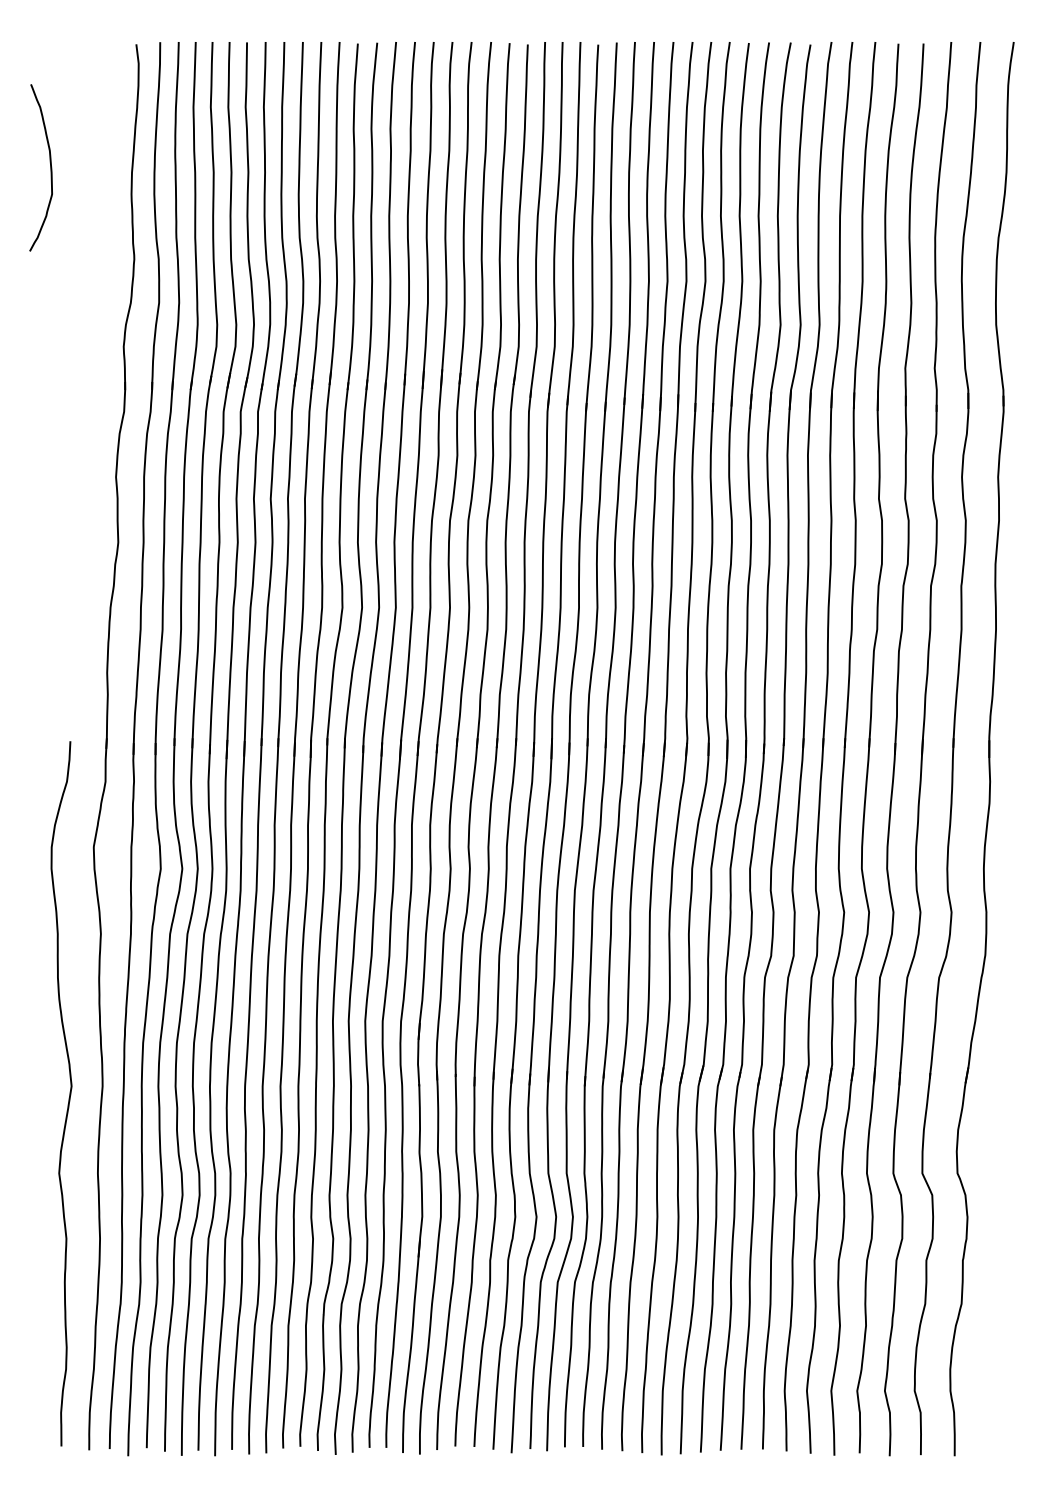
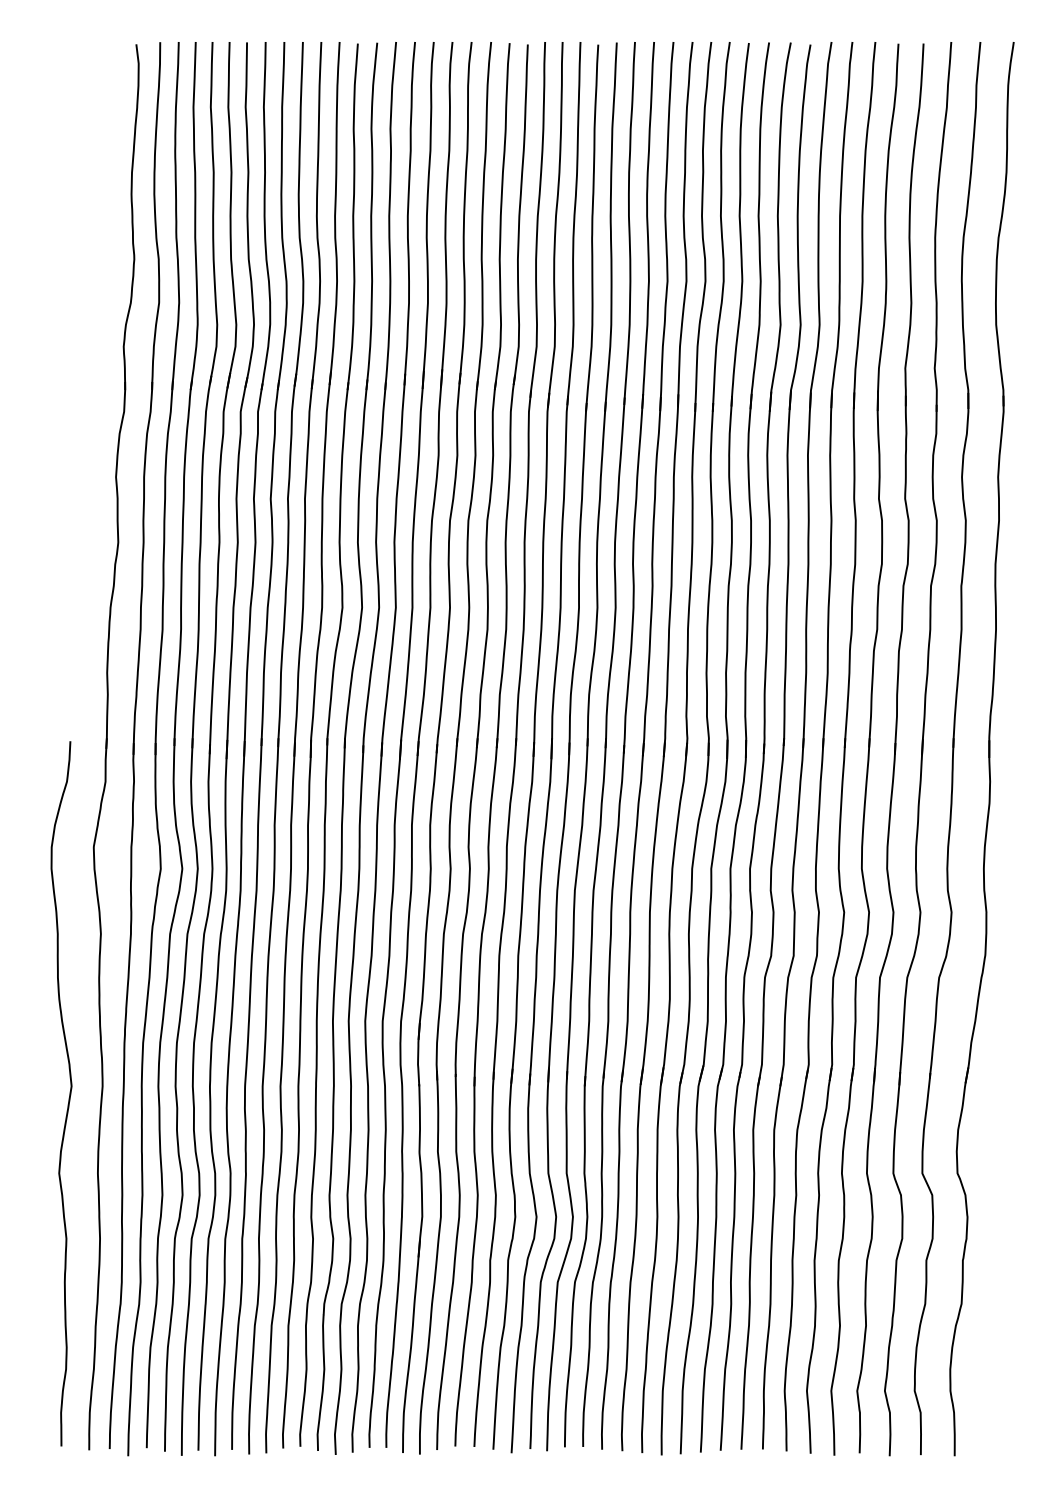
part at (50, 167): present -> none
